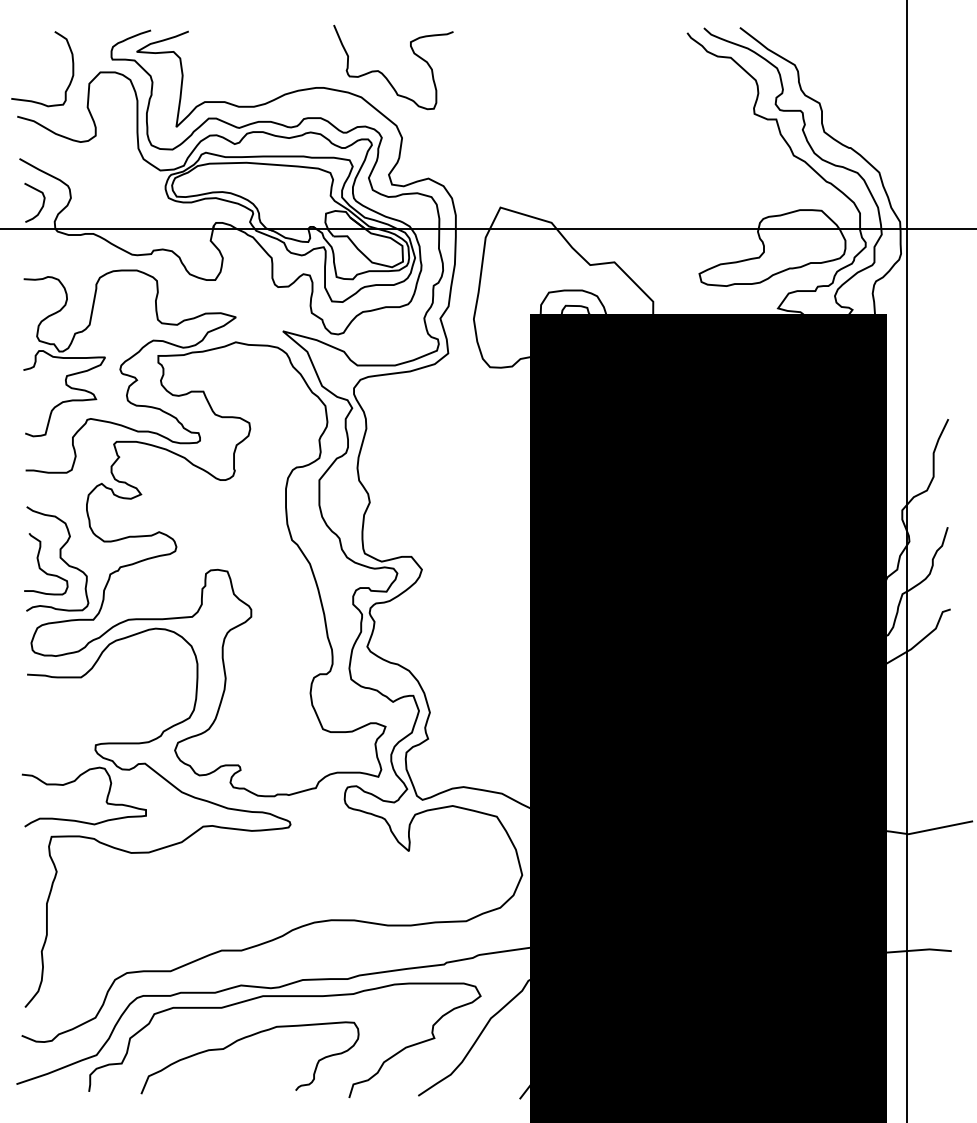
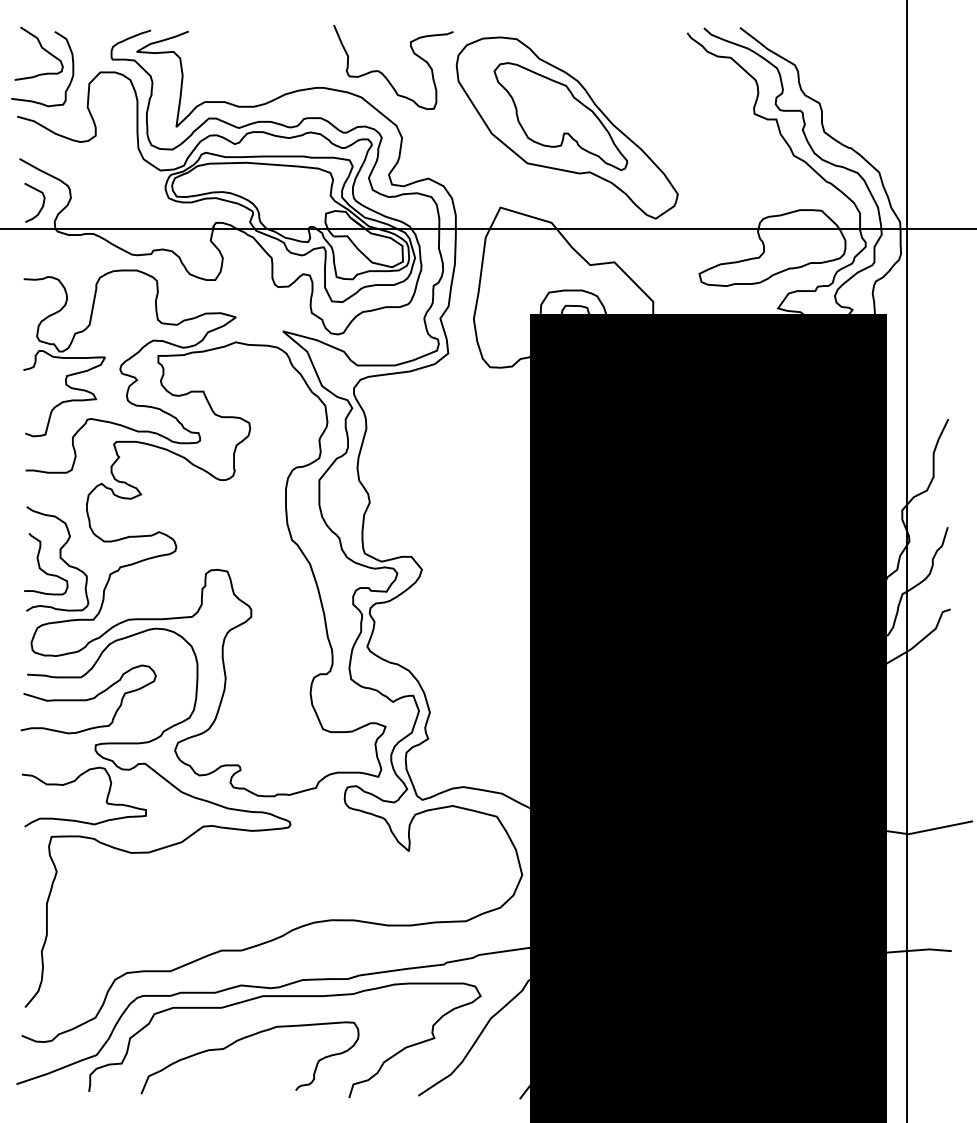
curve at (42, 49): none -> present
part at (566, 127): none -> present
curve at (88, 699): none -> present
